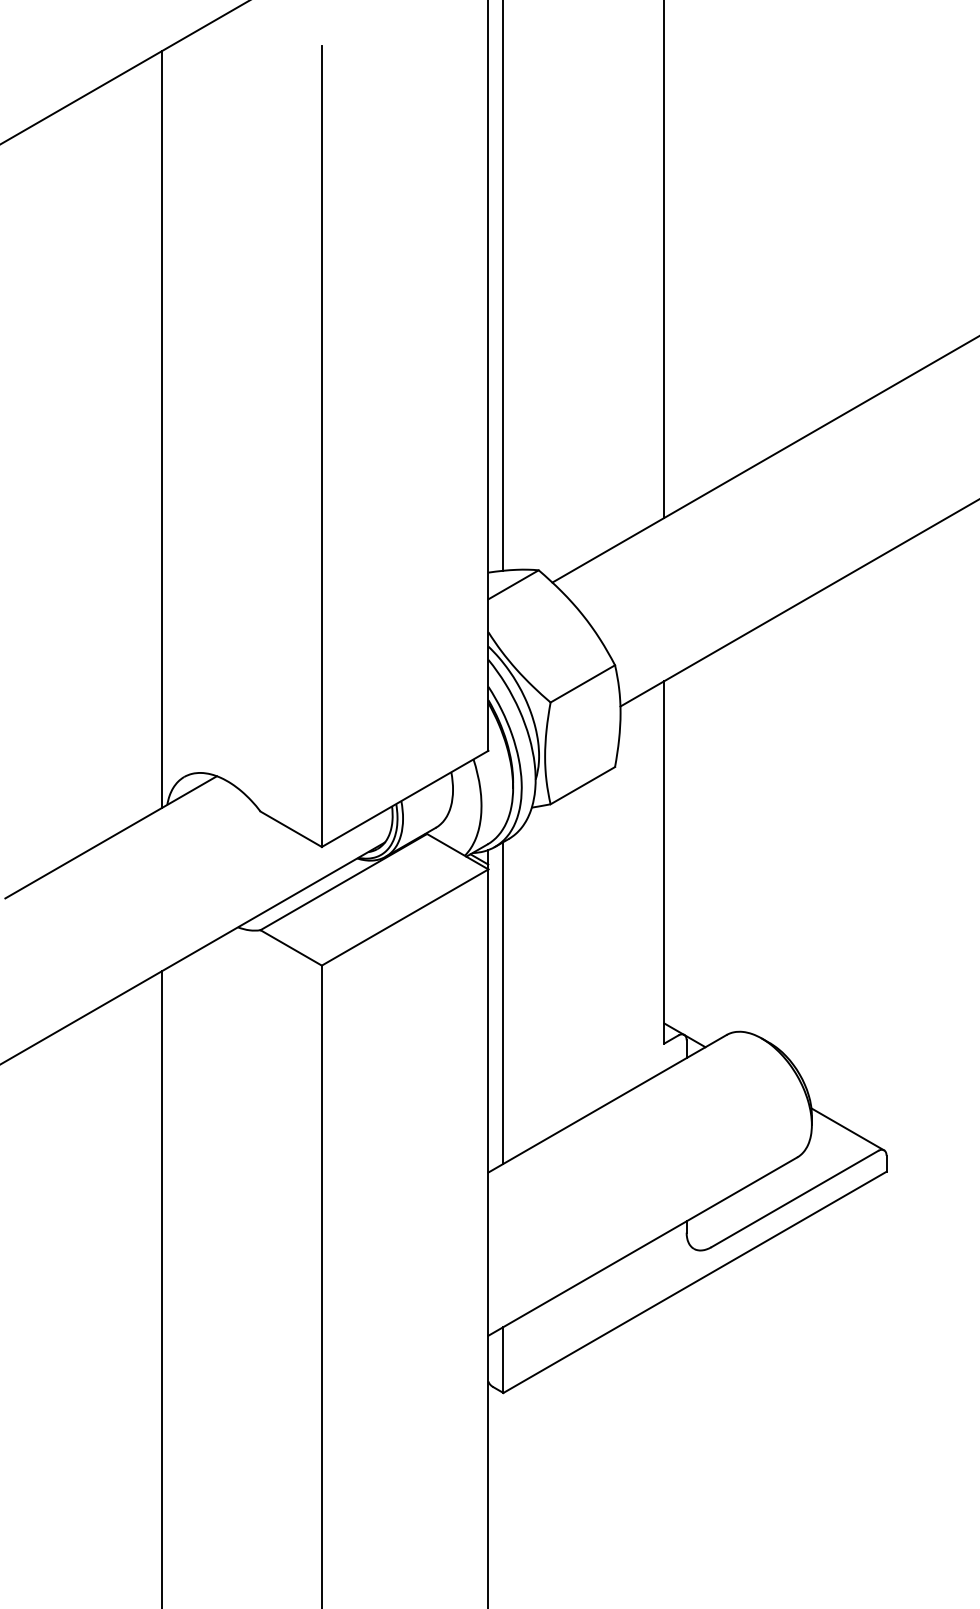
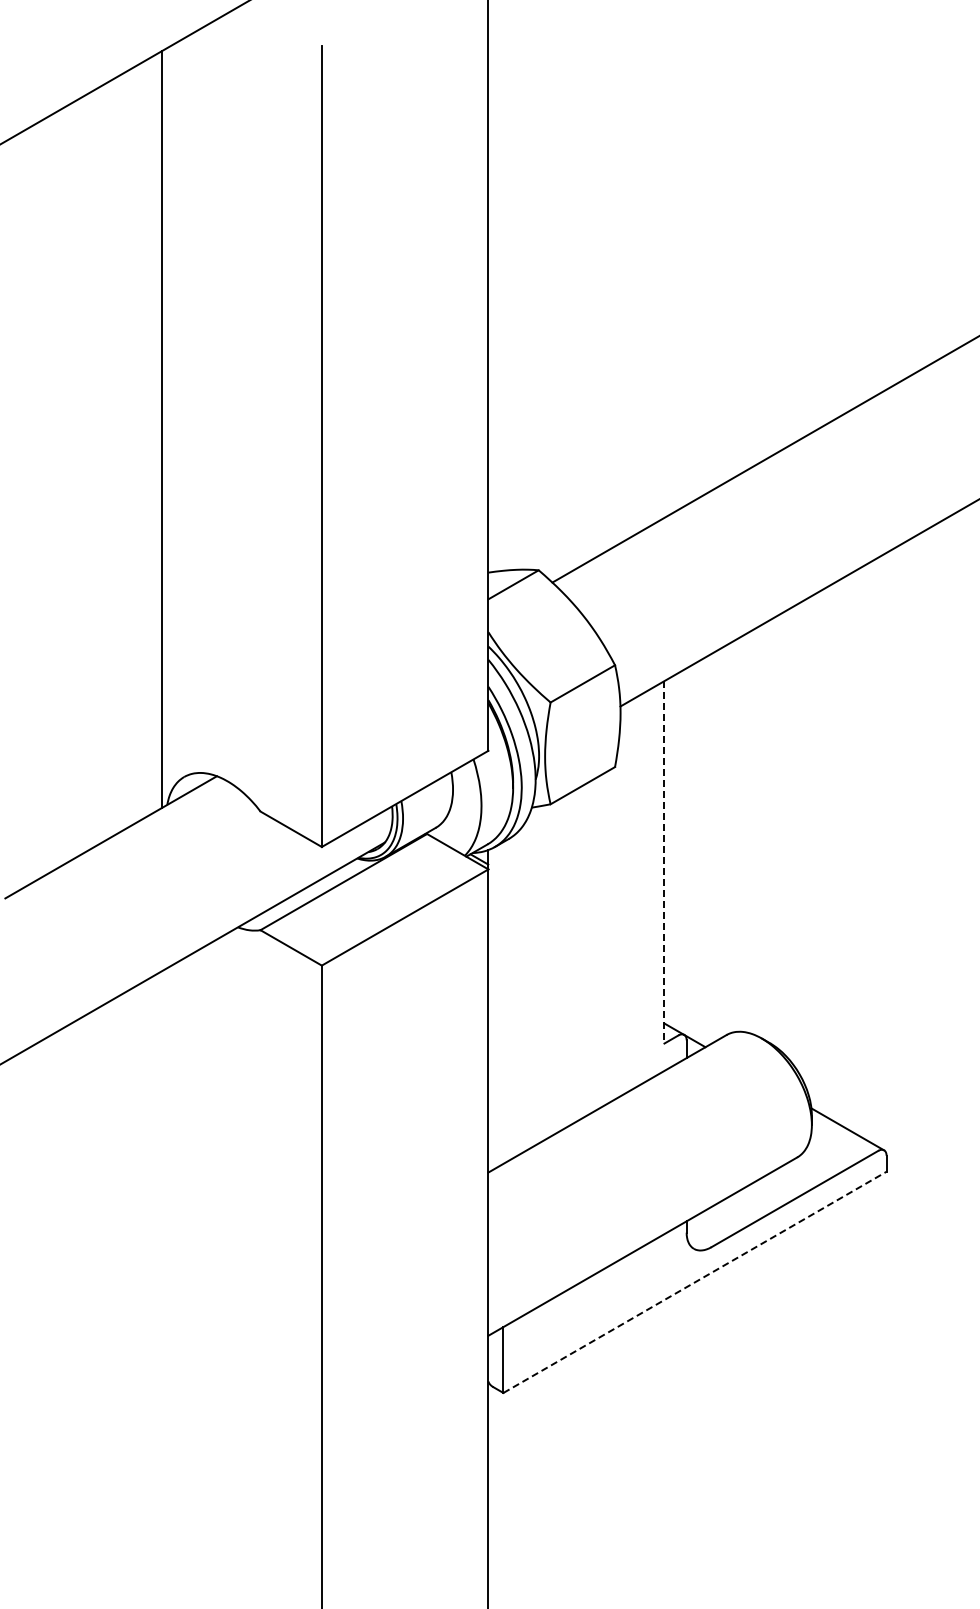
line at (664, 259): present -> none
line at (503, 286): present -> none
line at (664, 862): solid -> dashed
line at (503, 1002): present -> none
line at (695, 1282): solid -> dashed
line at (162, 1288): present -> none
